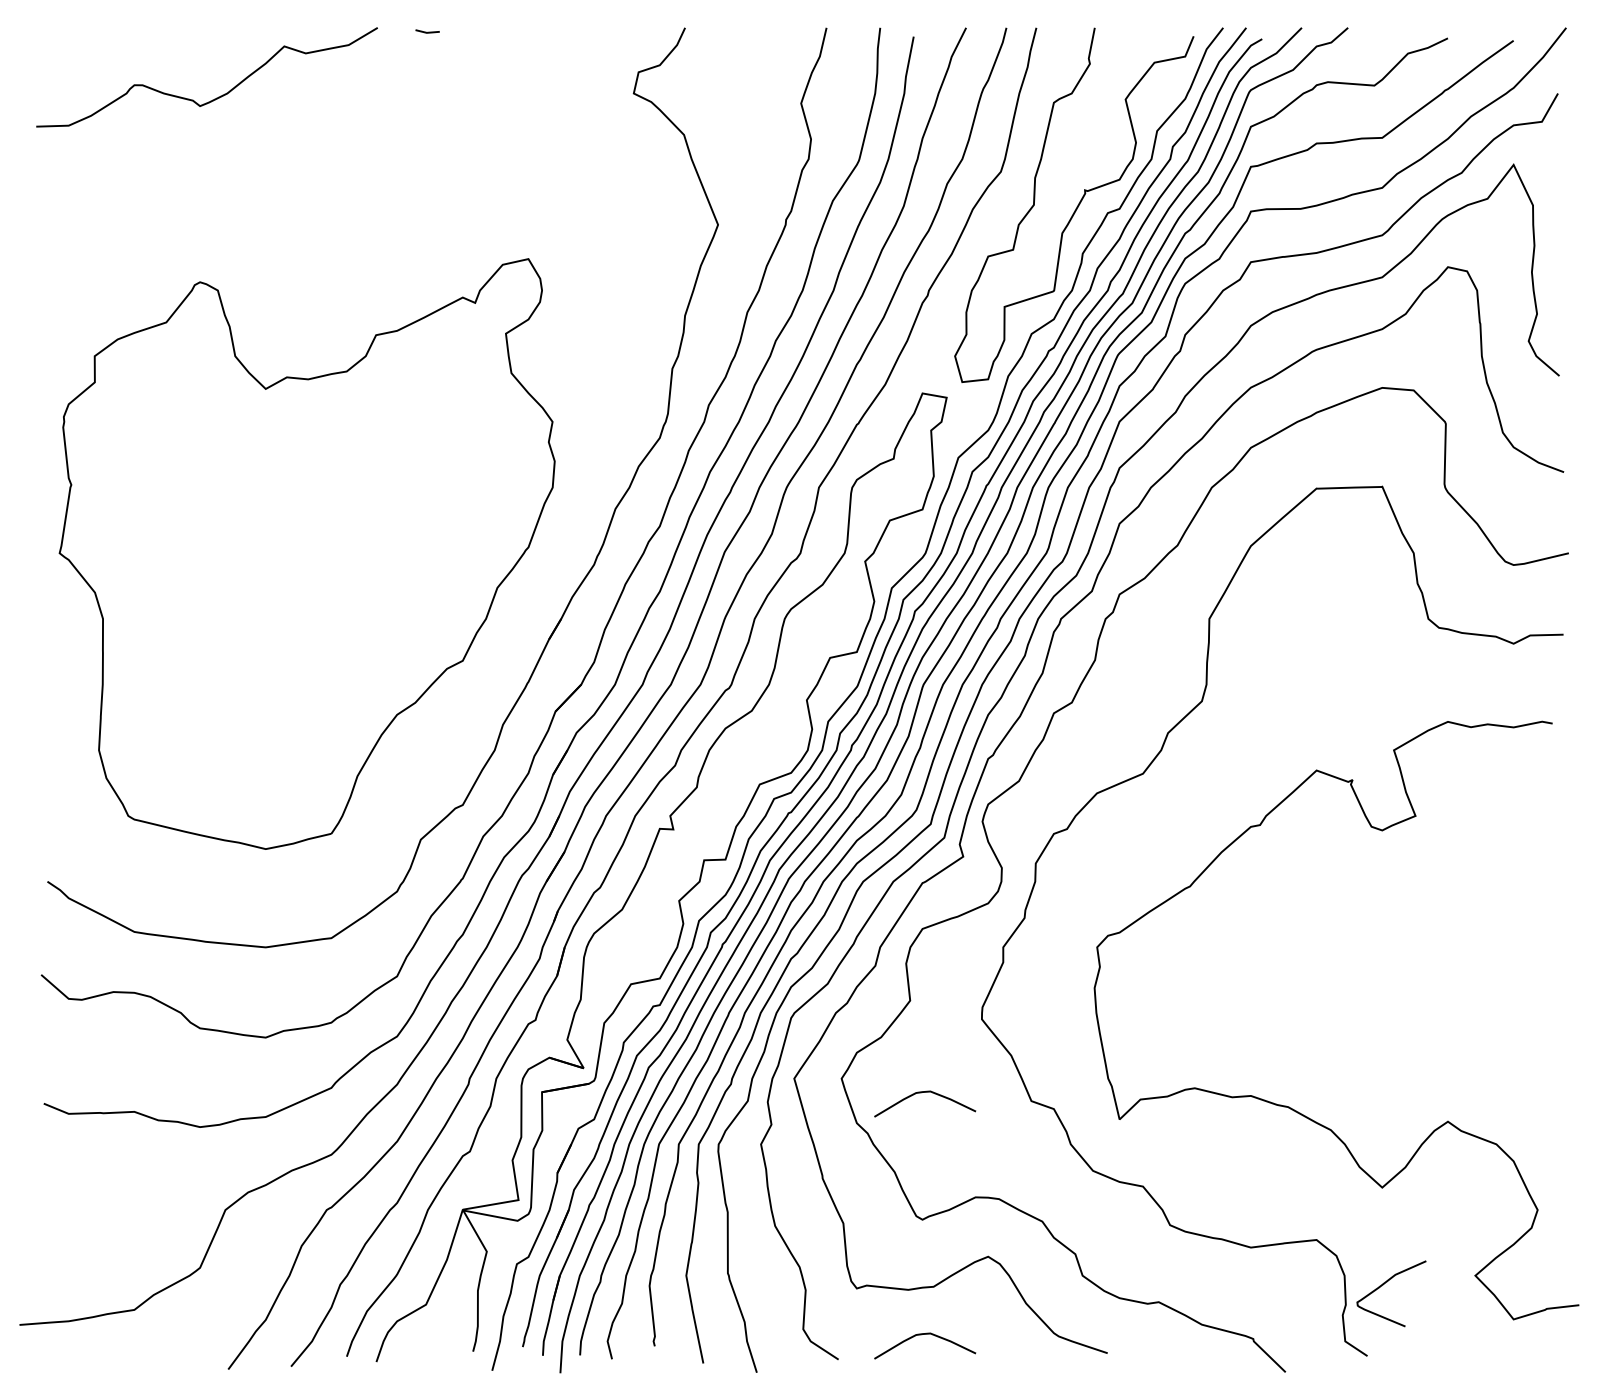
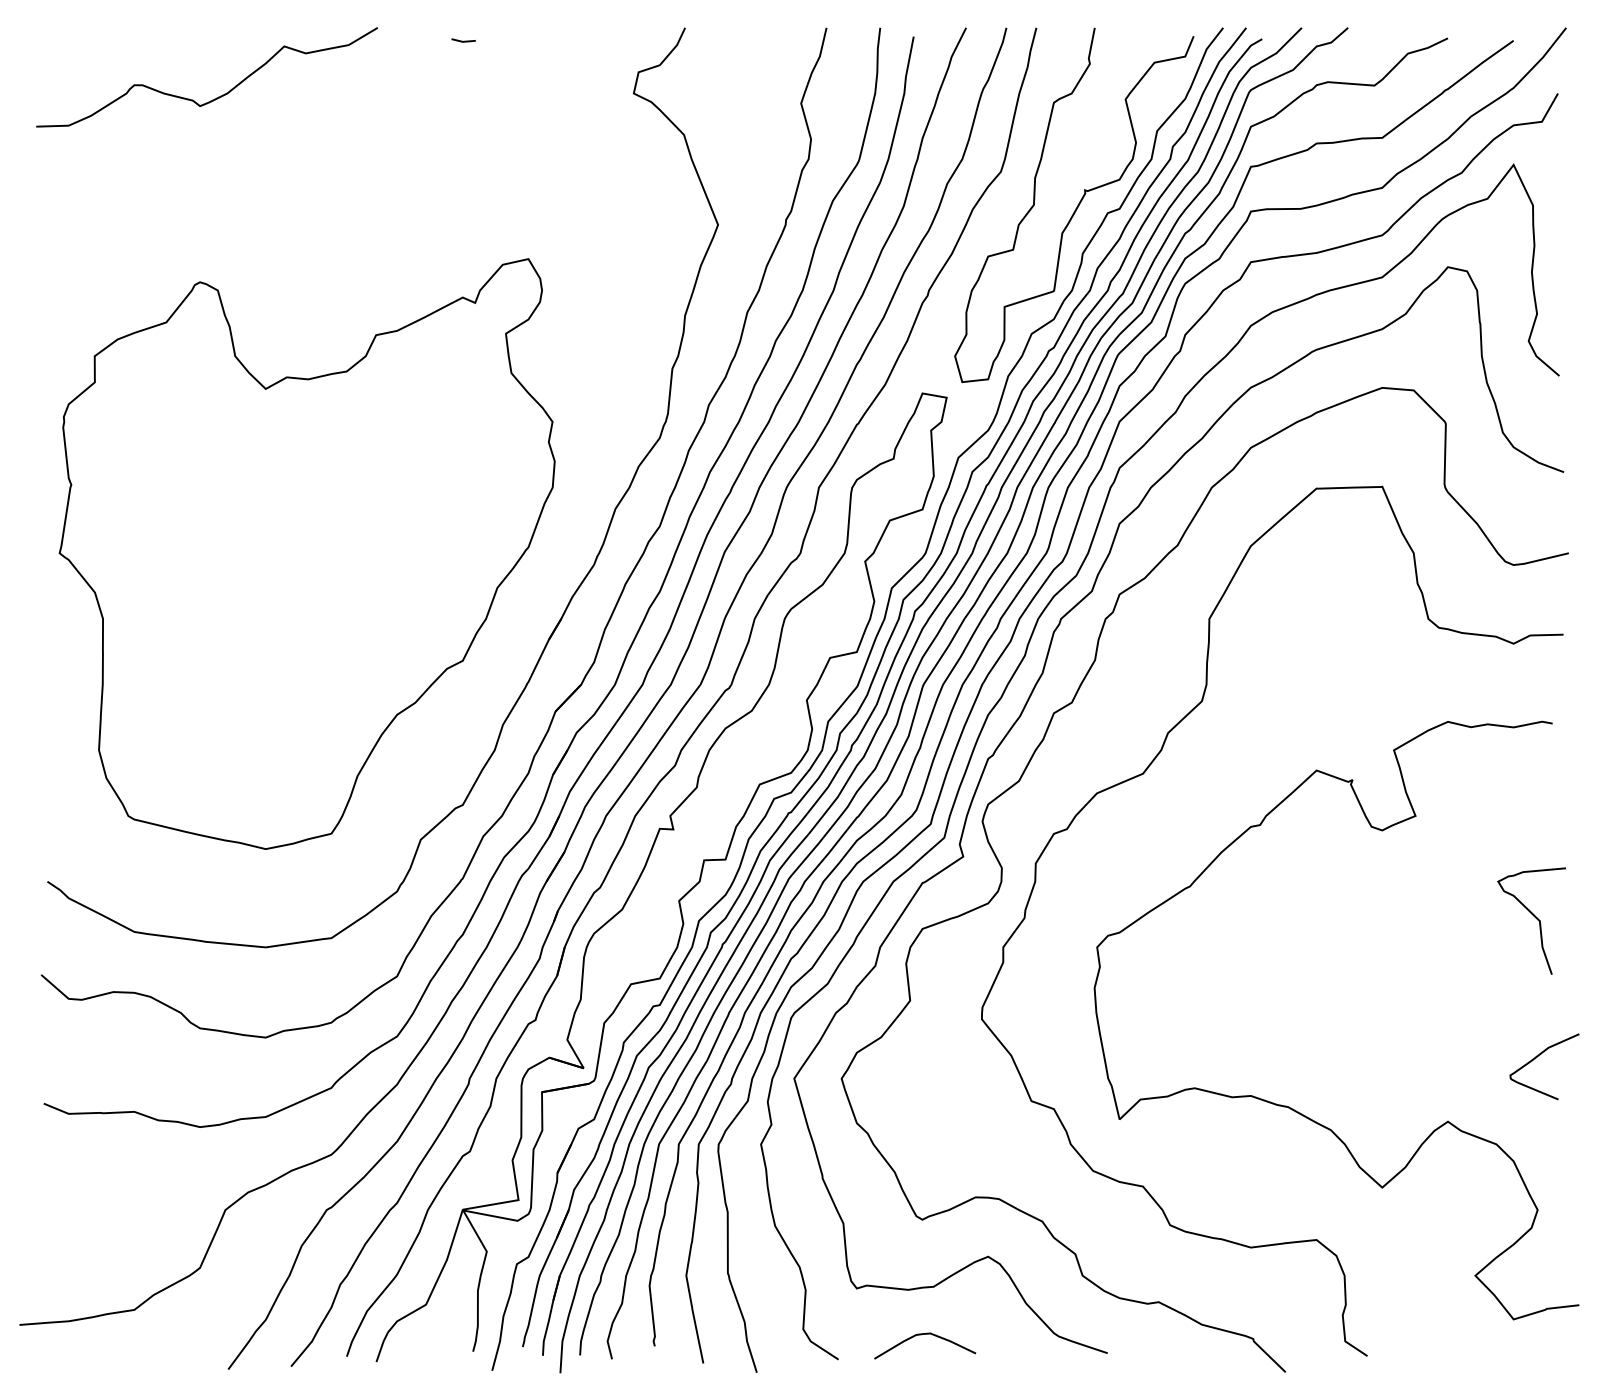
line at (427, 31) position: (427, 31) -> (463, 40)
curve at (1534, 917): none -> present
curve at (921, 1093): present -> none
curve at (1383, 1285) position: (1383, 1285) -> (1536, 1058)
